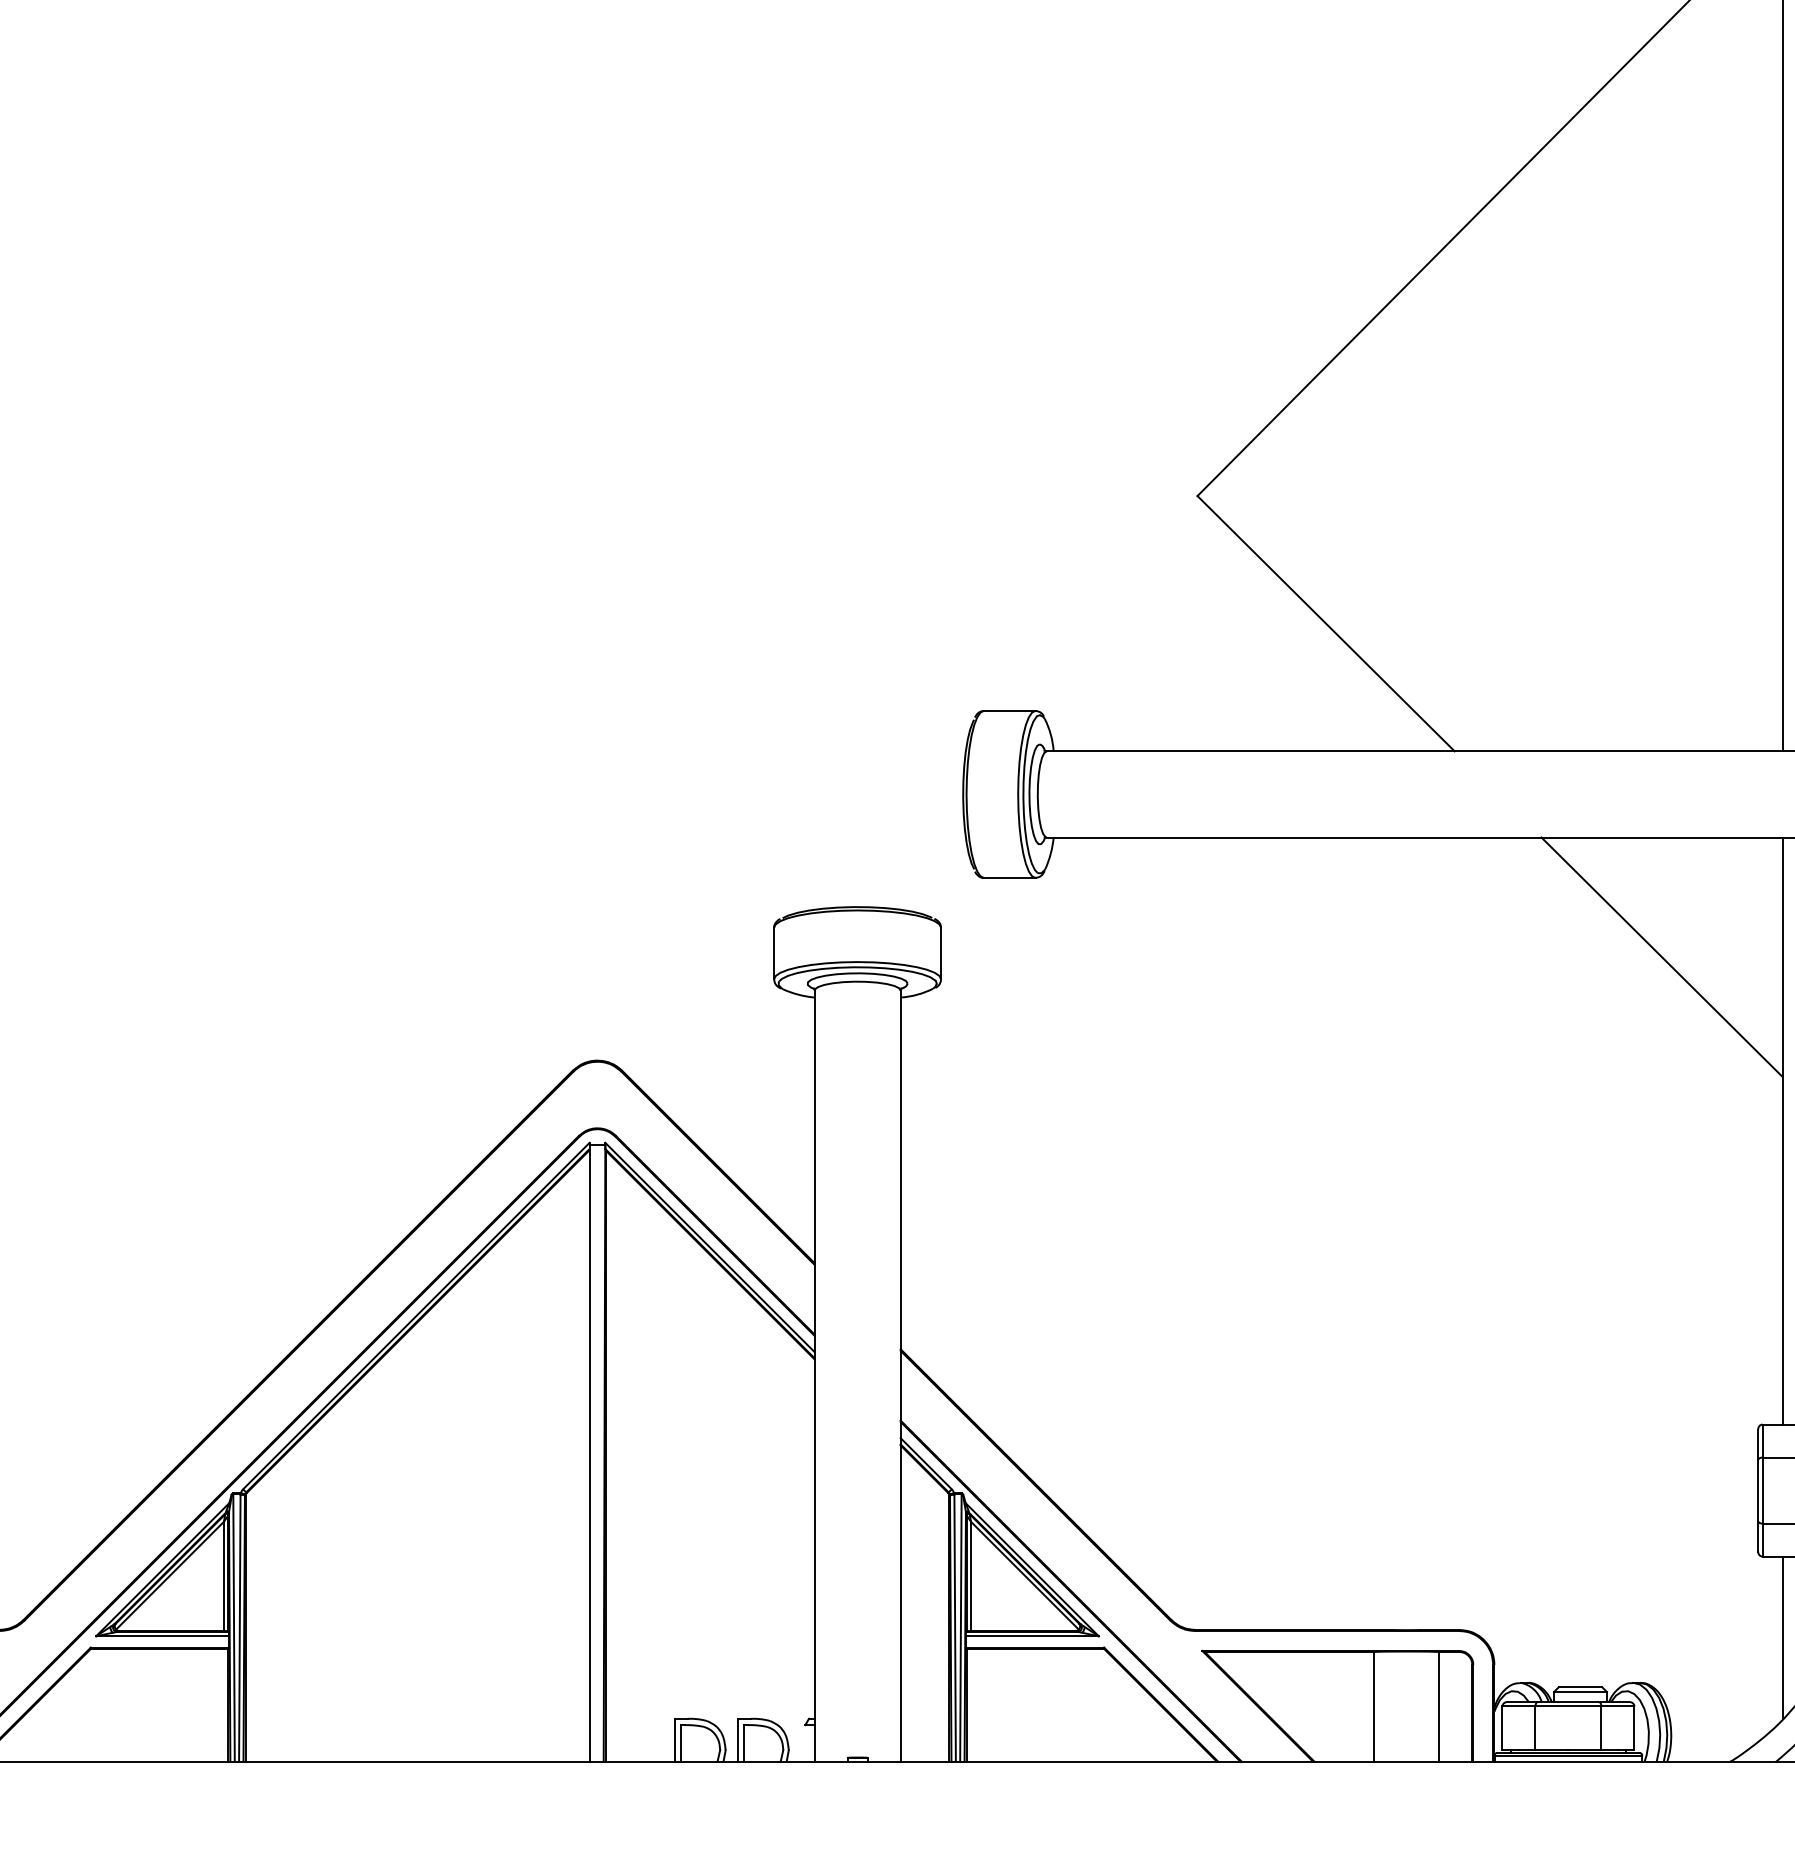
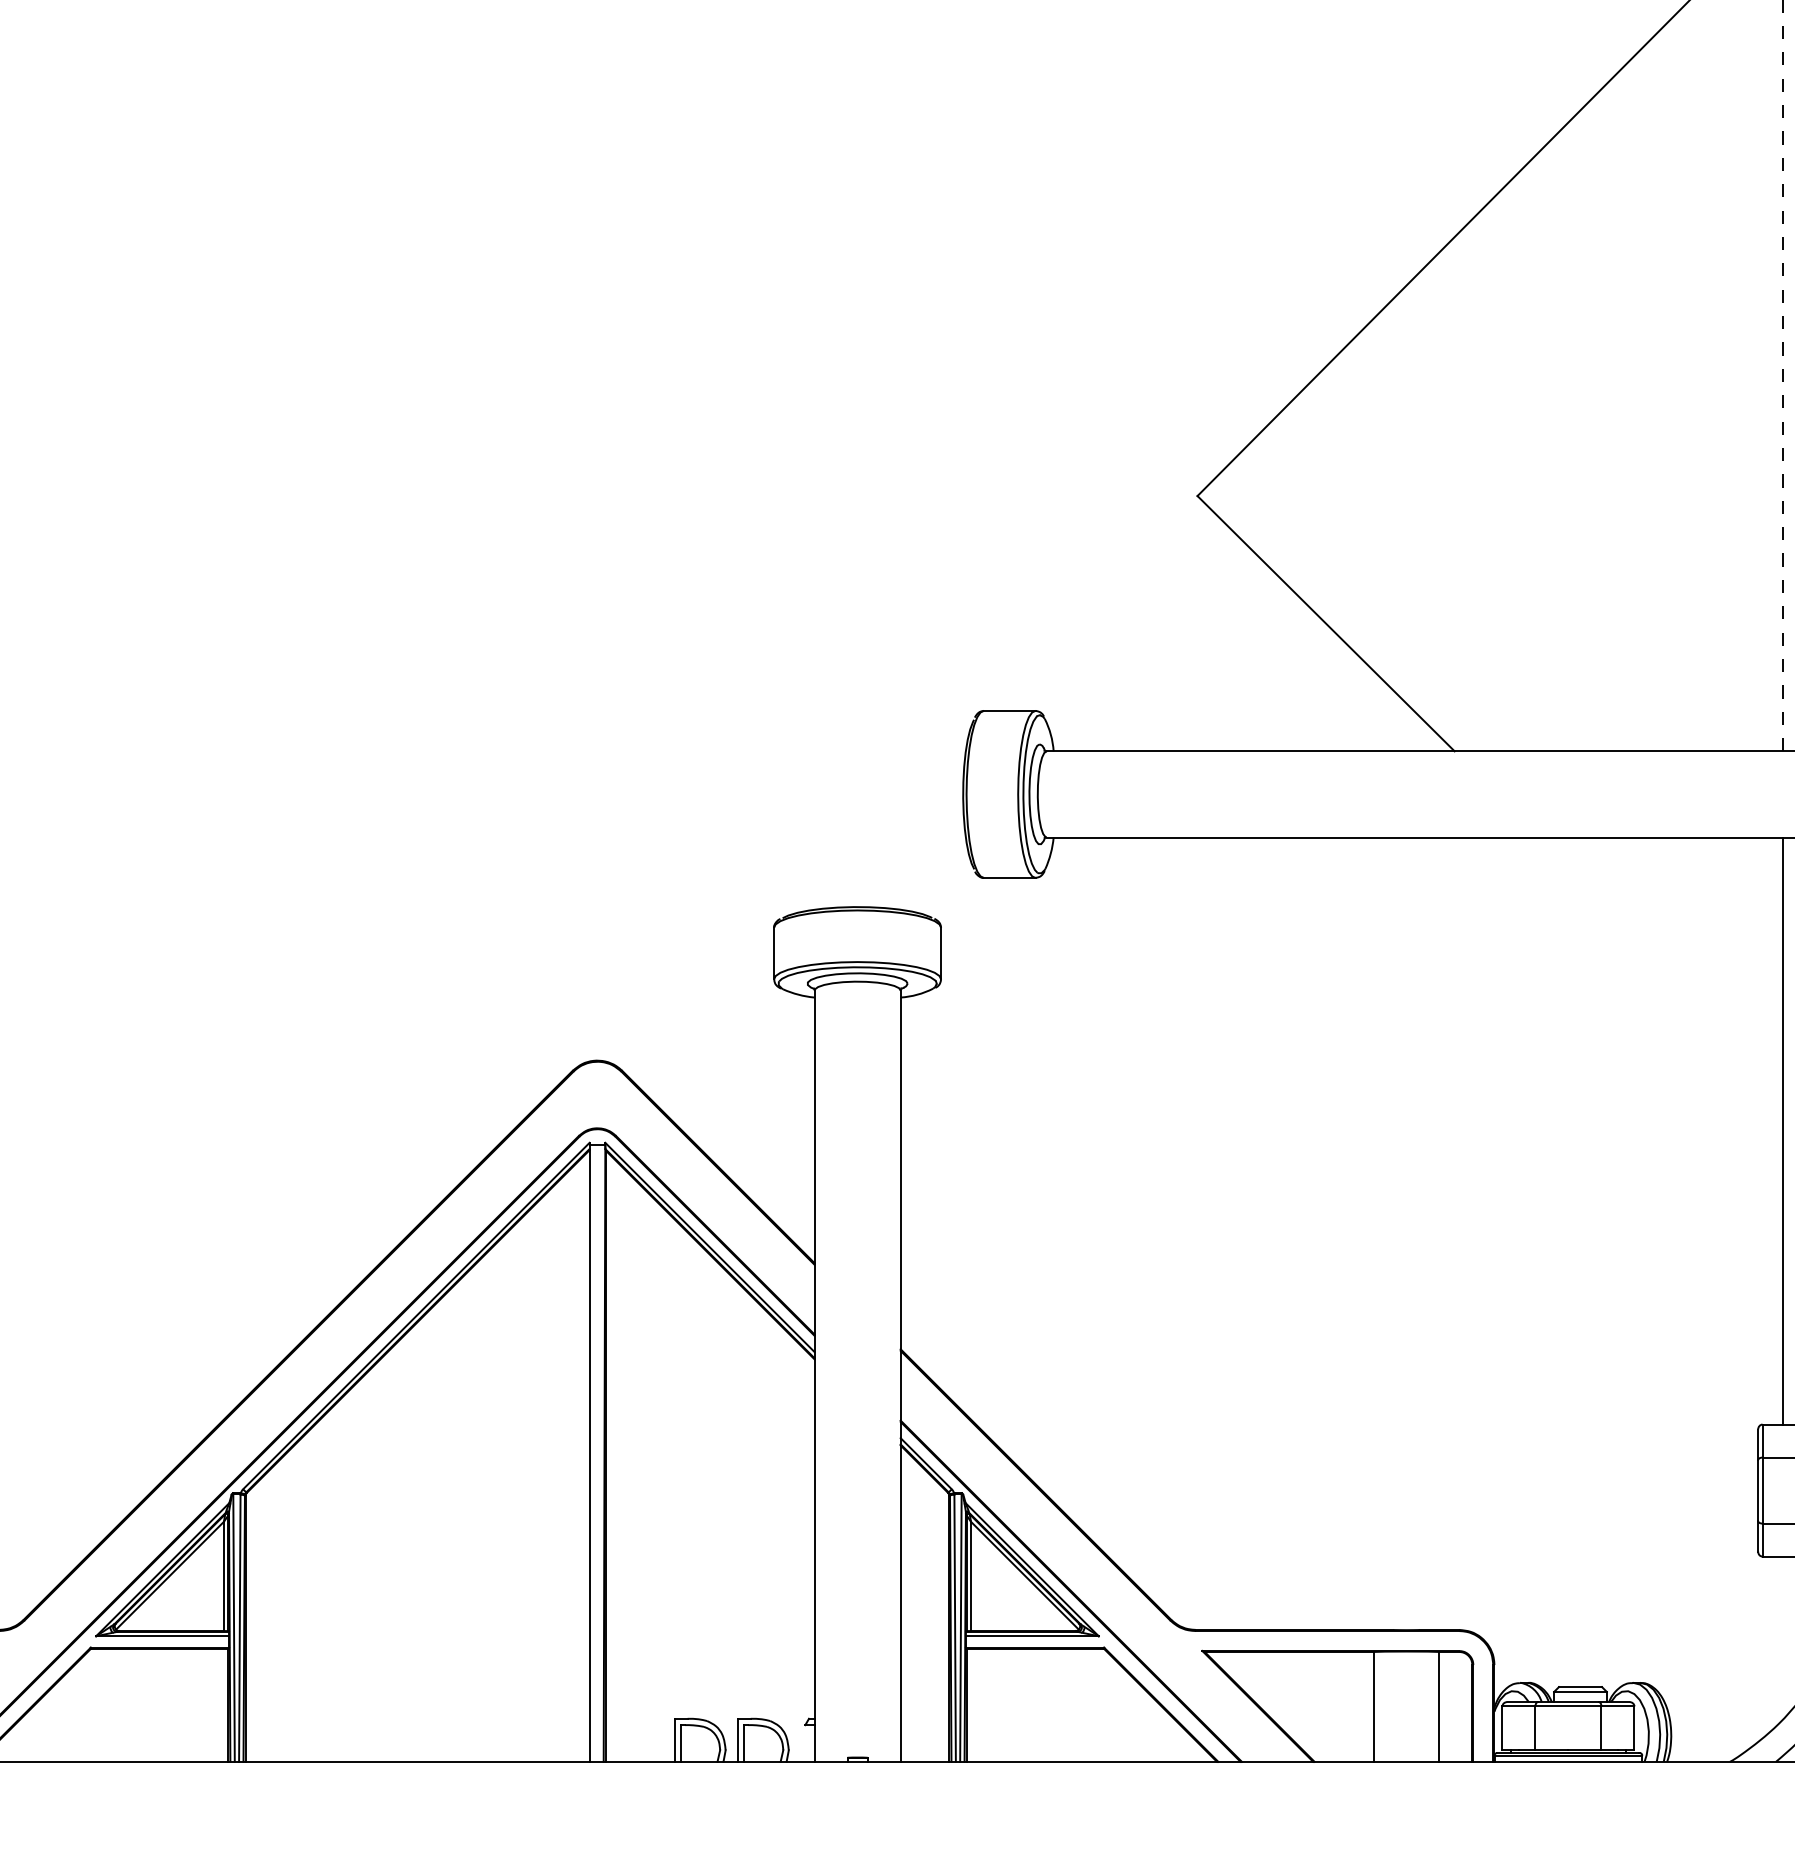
line at (1782, 375): solid -> dashed
line at (1661, 957): present -> none
line at (1782, 1636): present -> none
